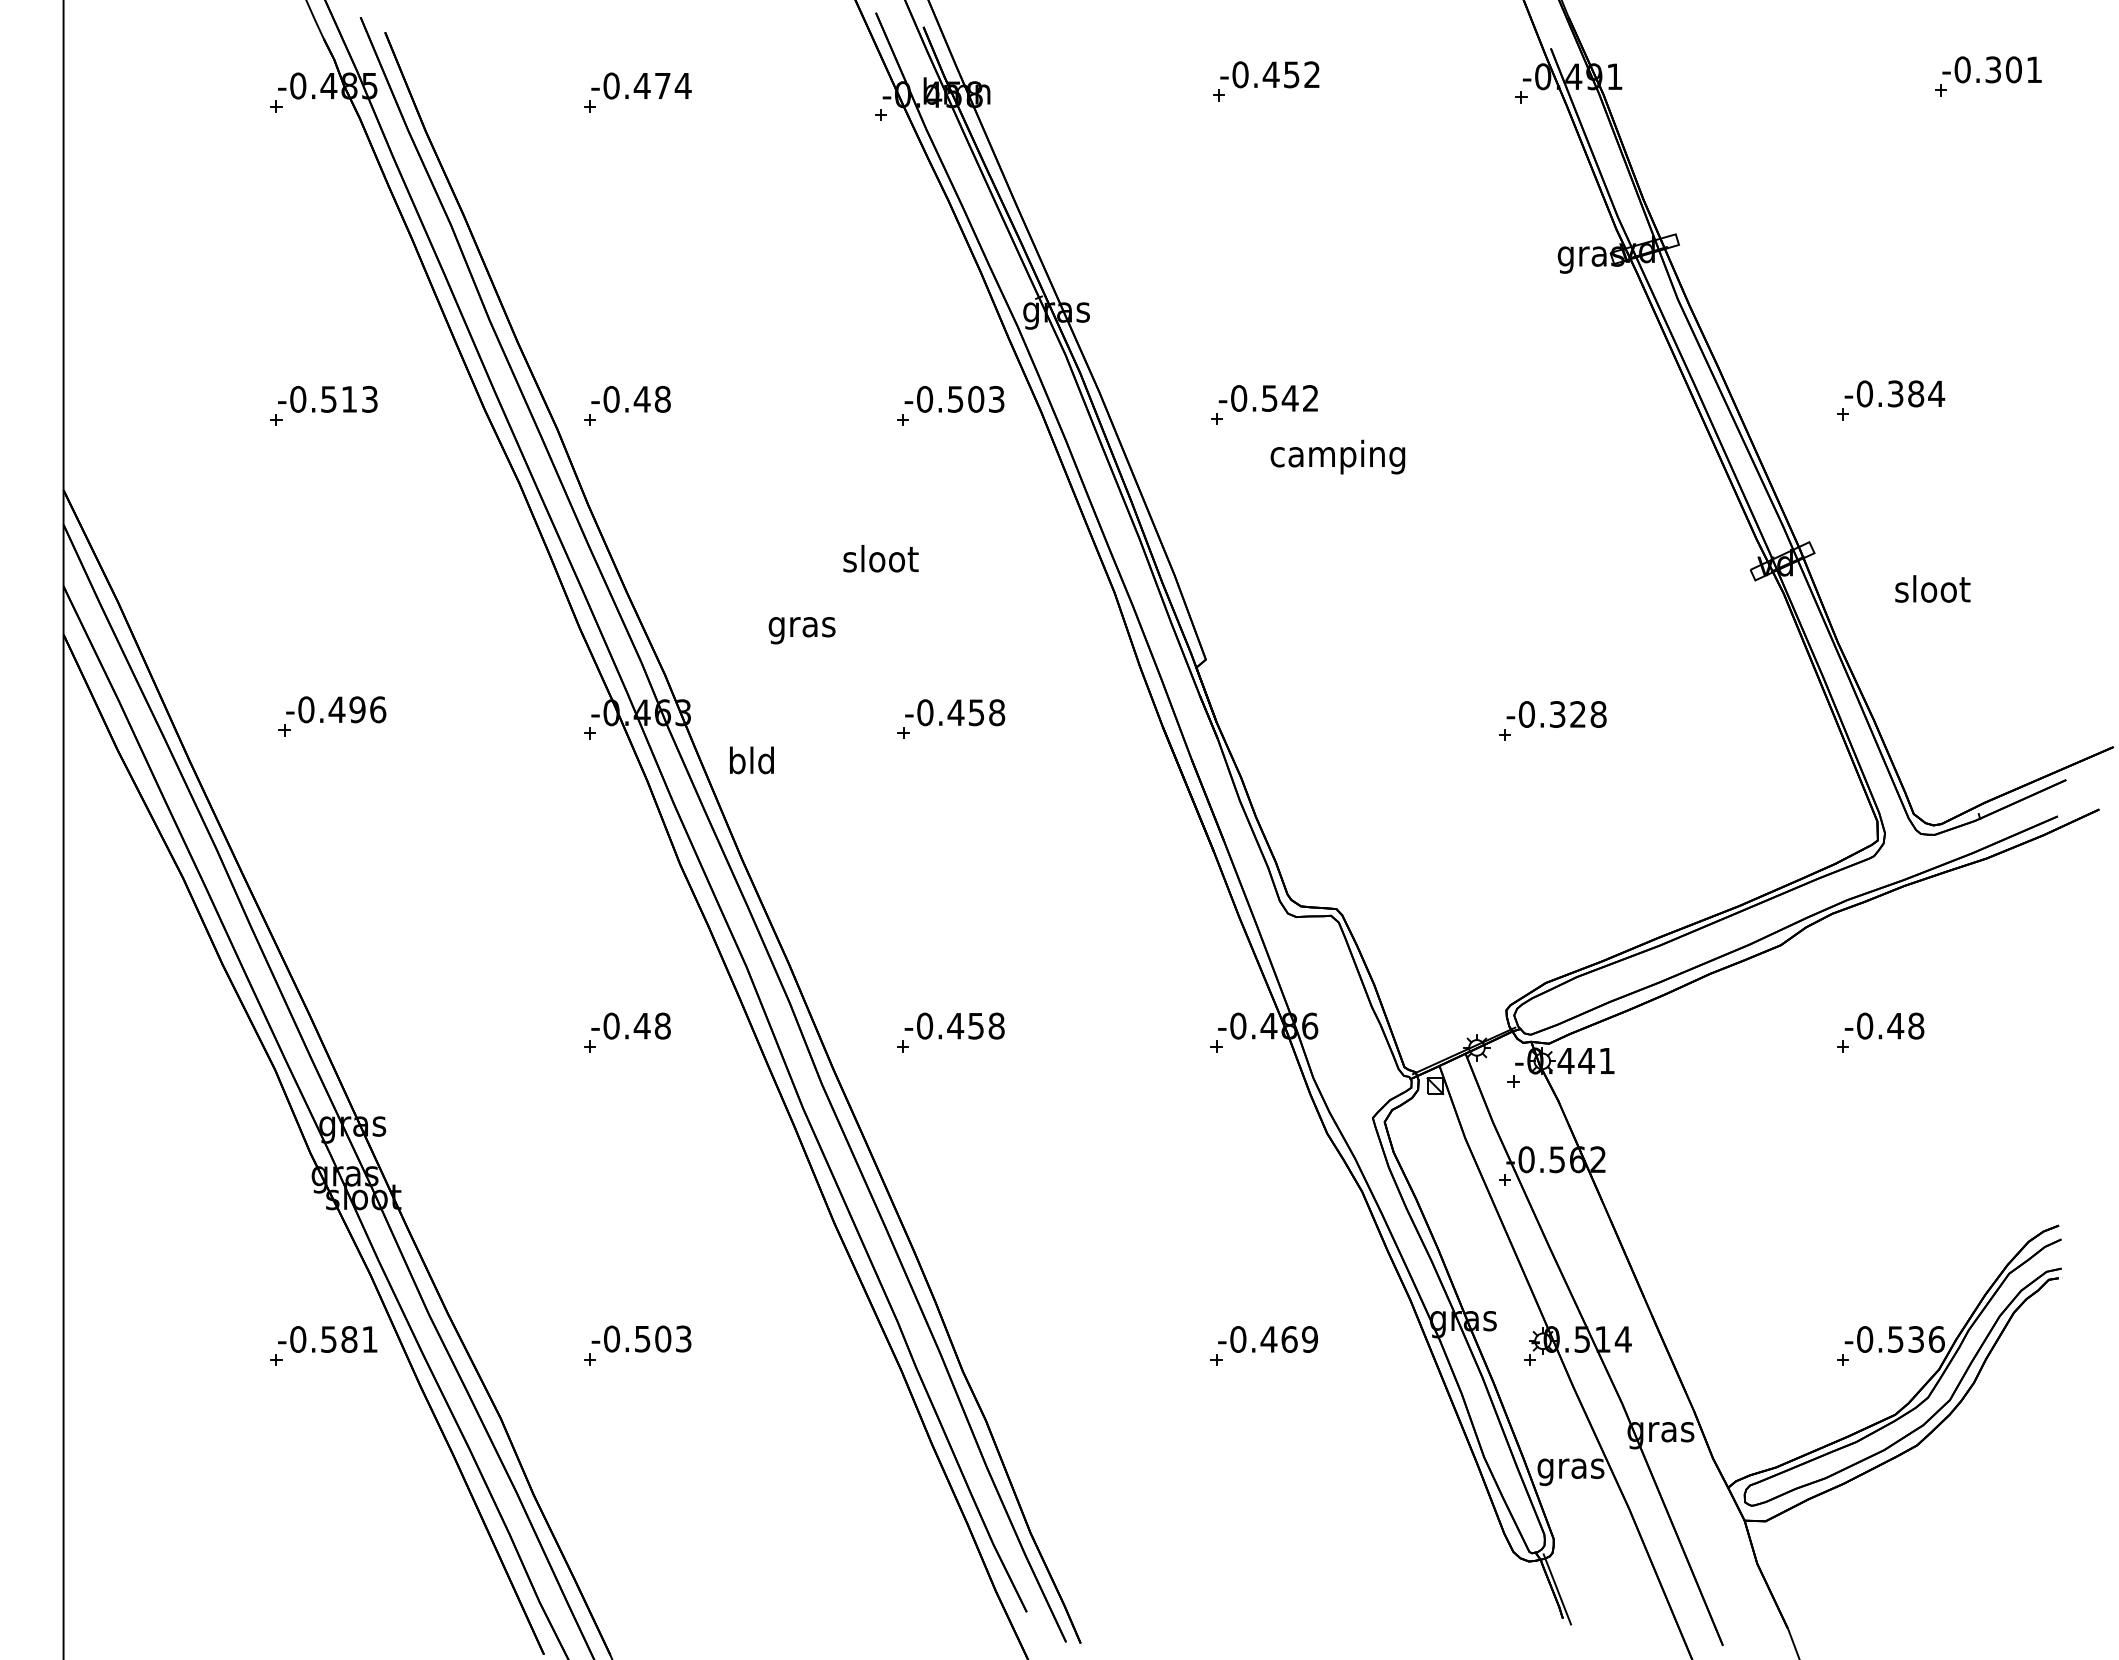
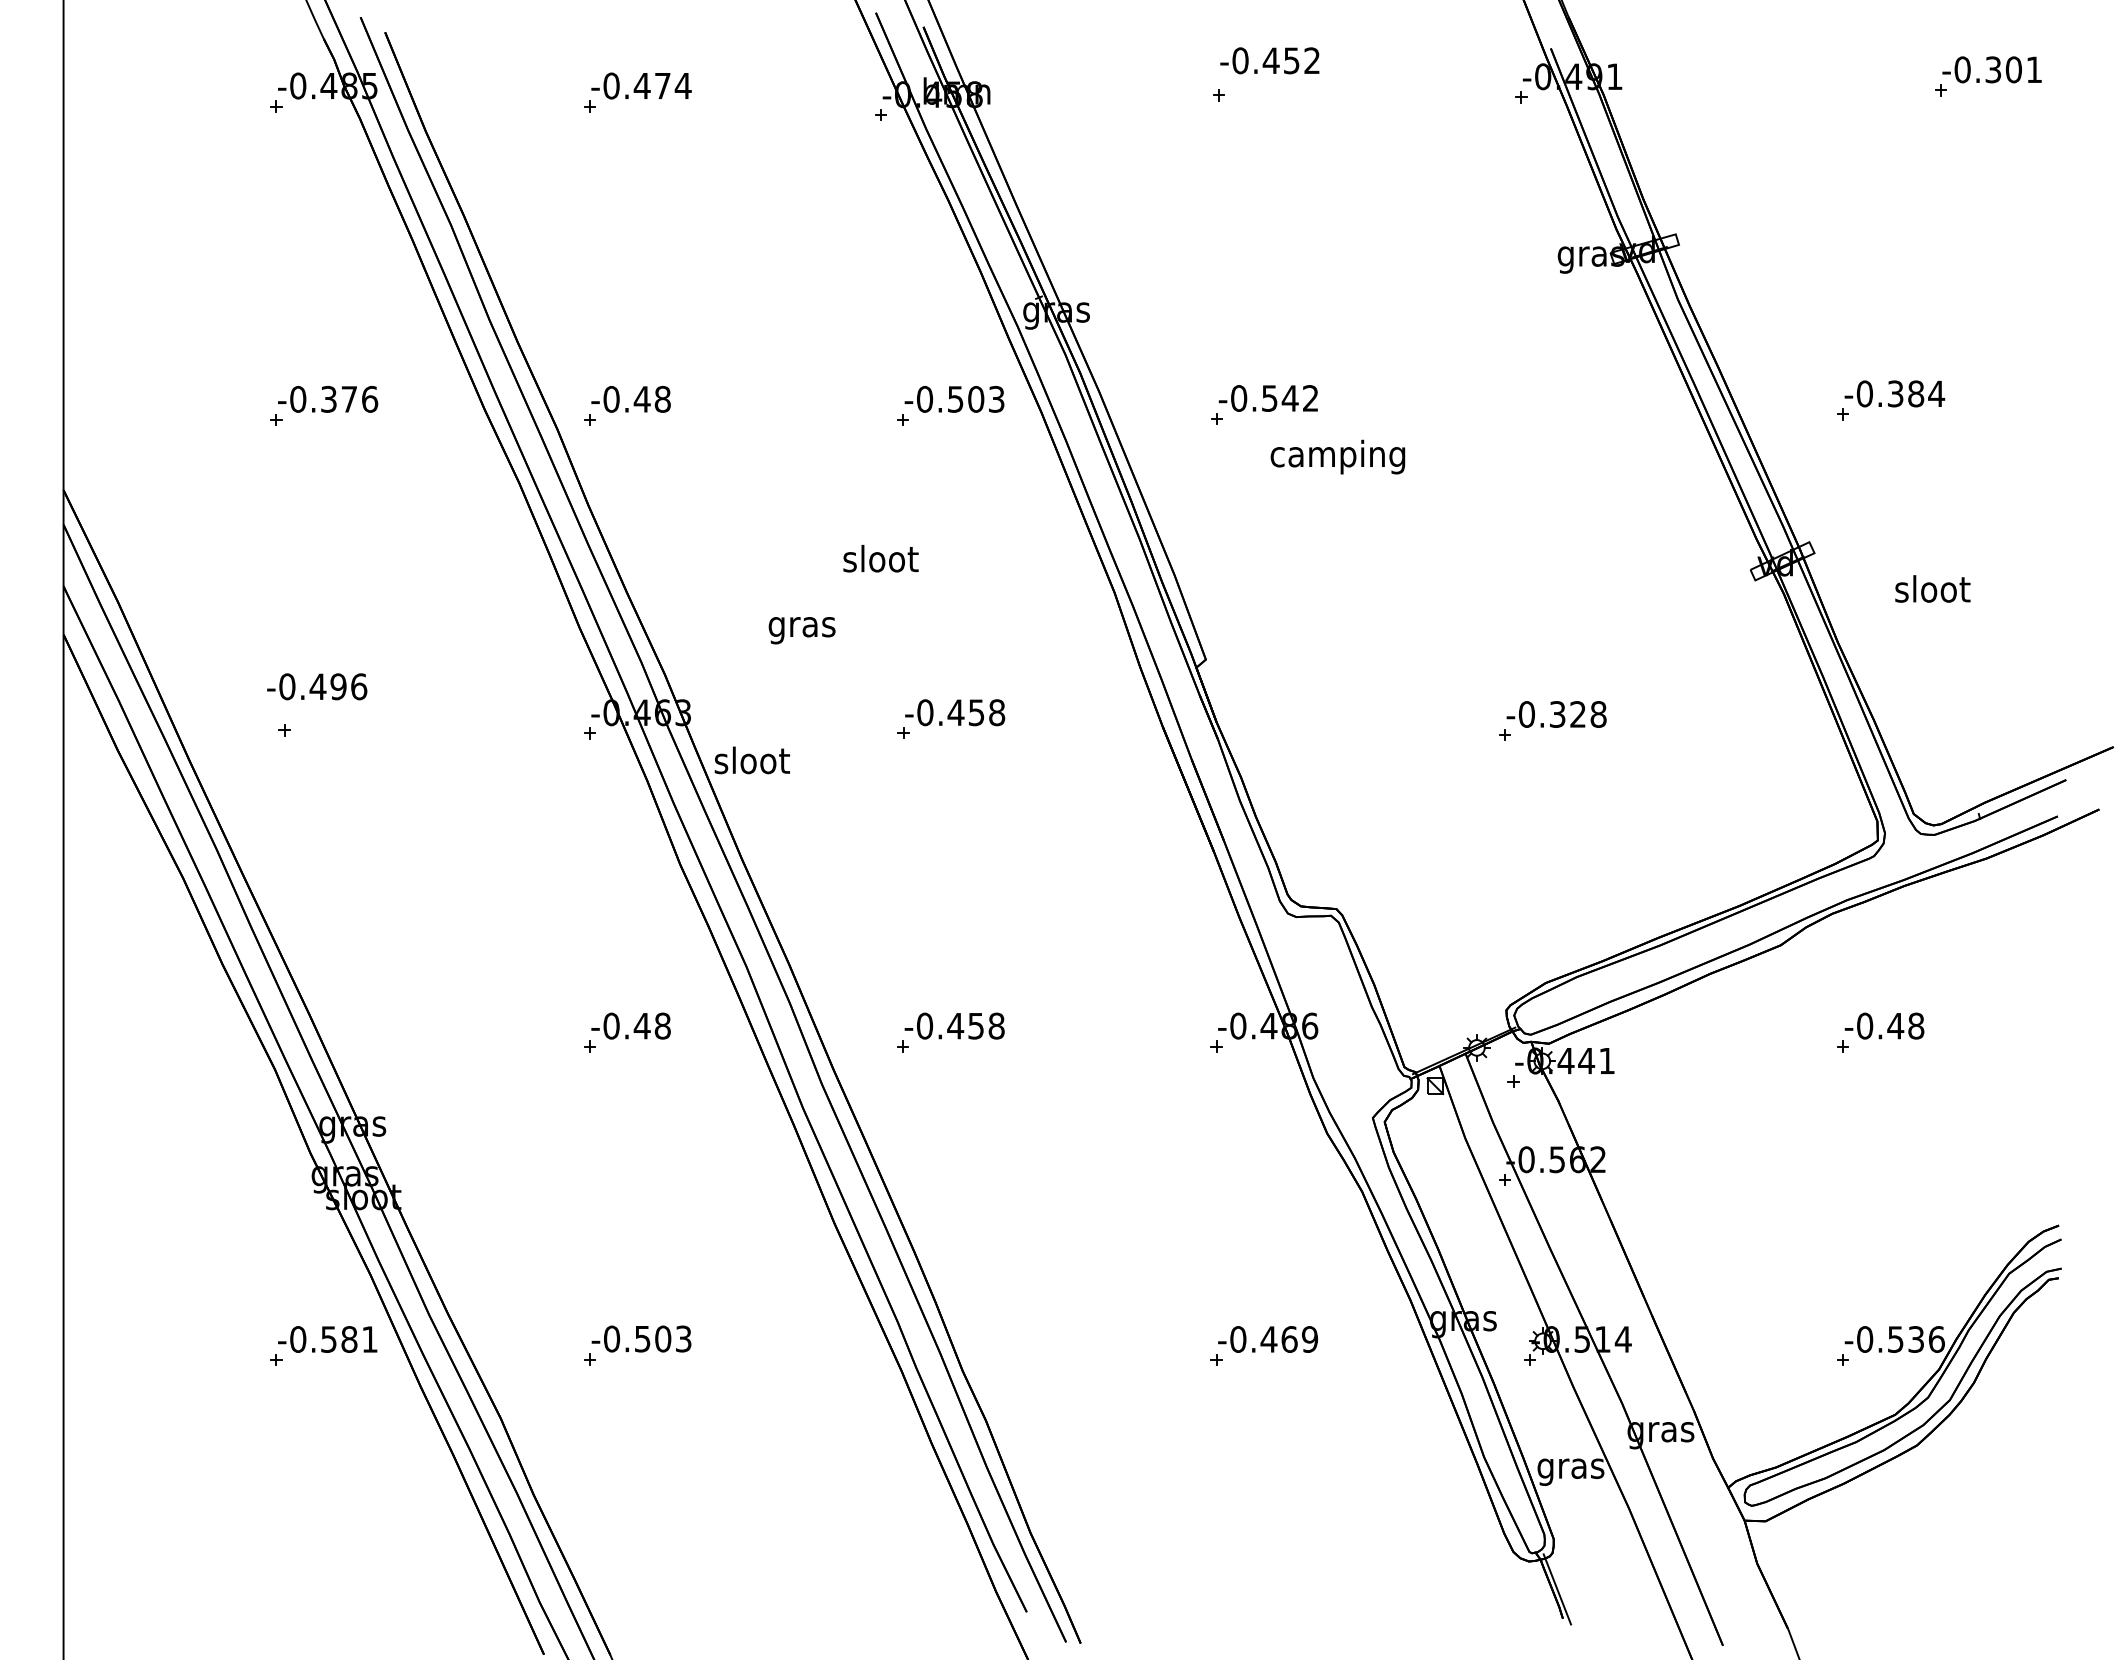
text at (1269, 74) position: (1269, 74) -> (1269, 60)
text at (350, 398): -0.513 -> -0.376
text at (336, 709) position: (336, 709) -> (317, 686)
text at (751, 760): bld -> sloot
